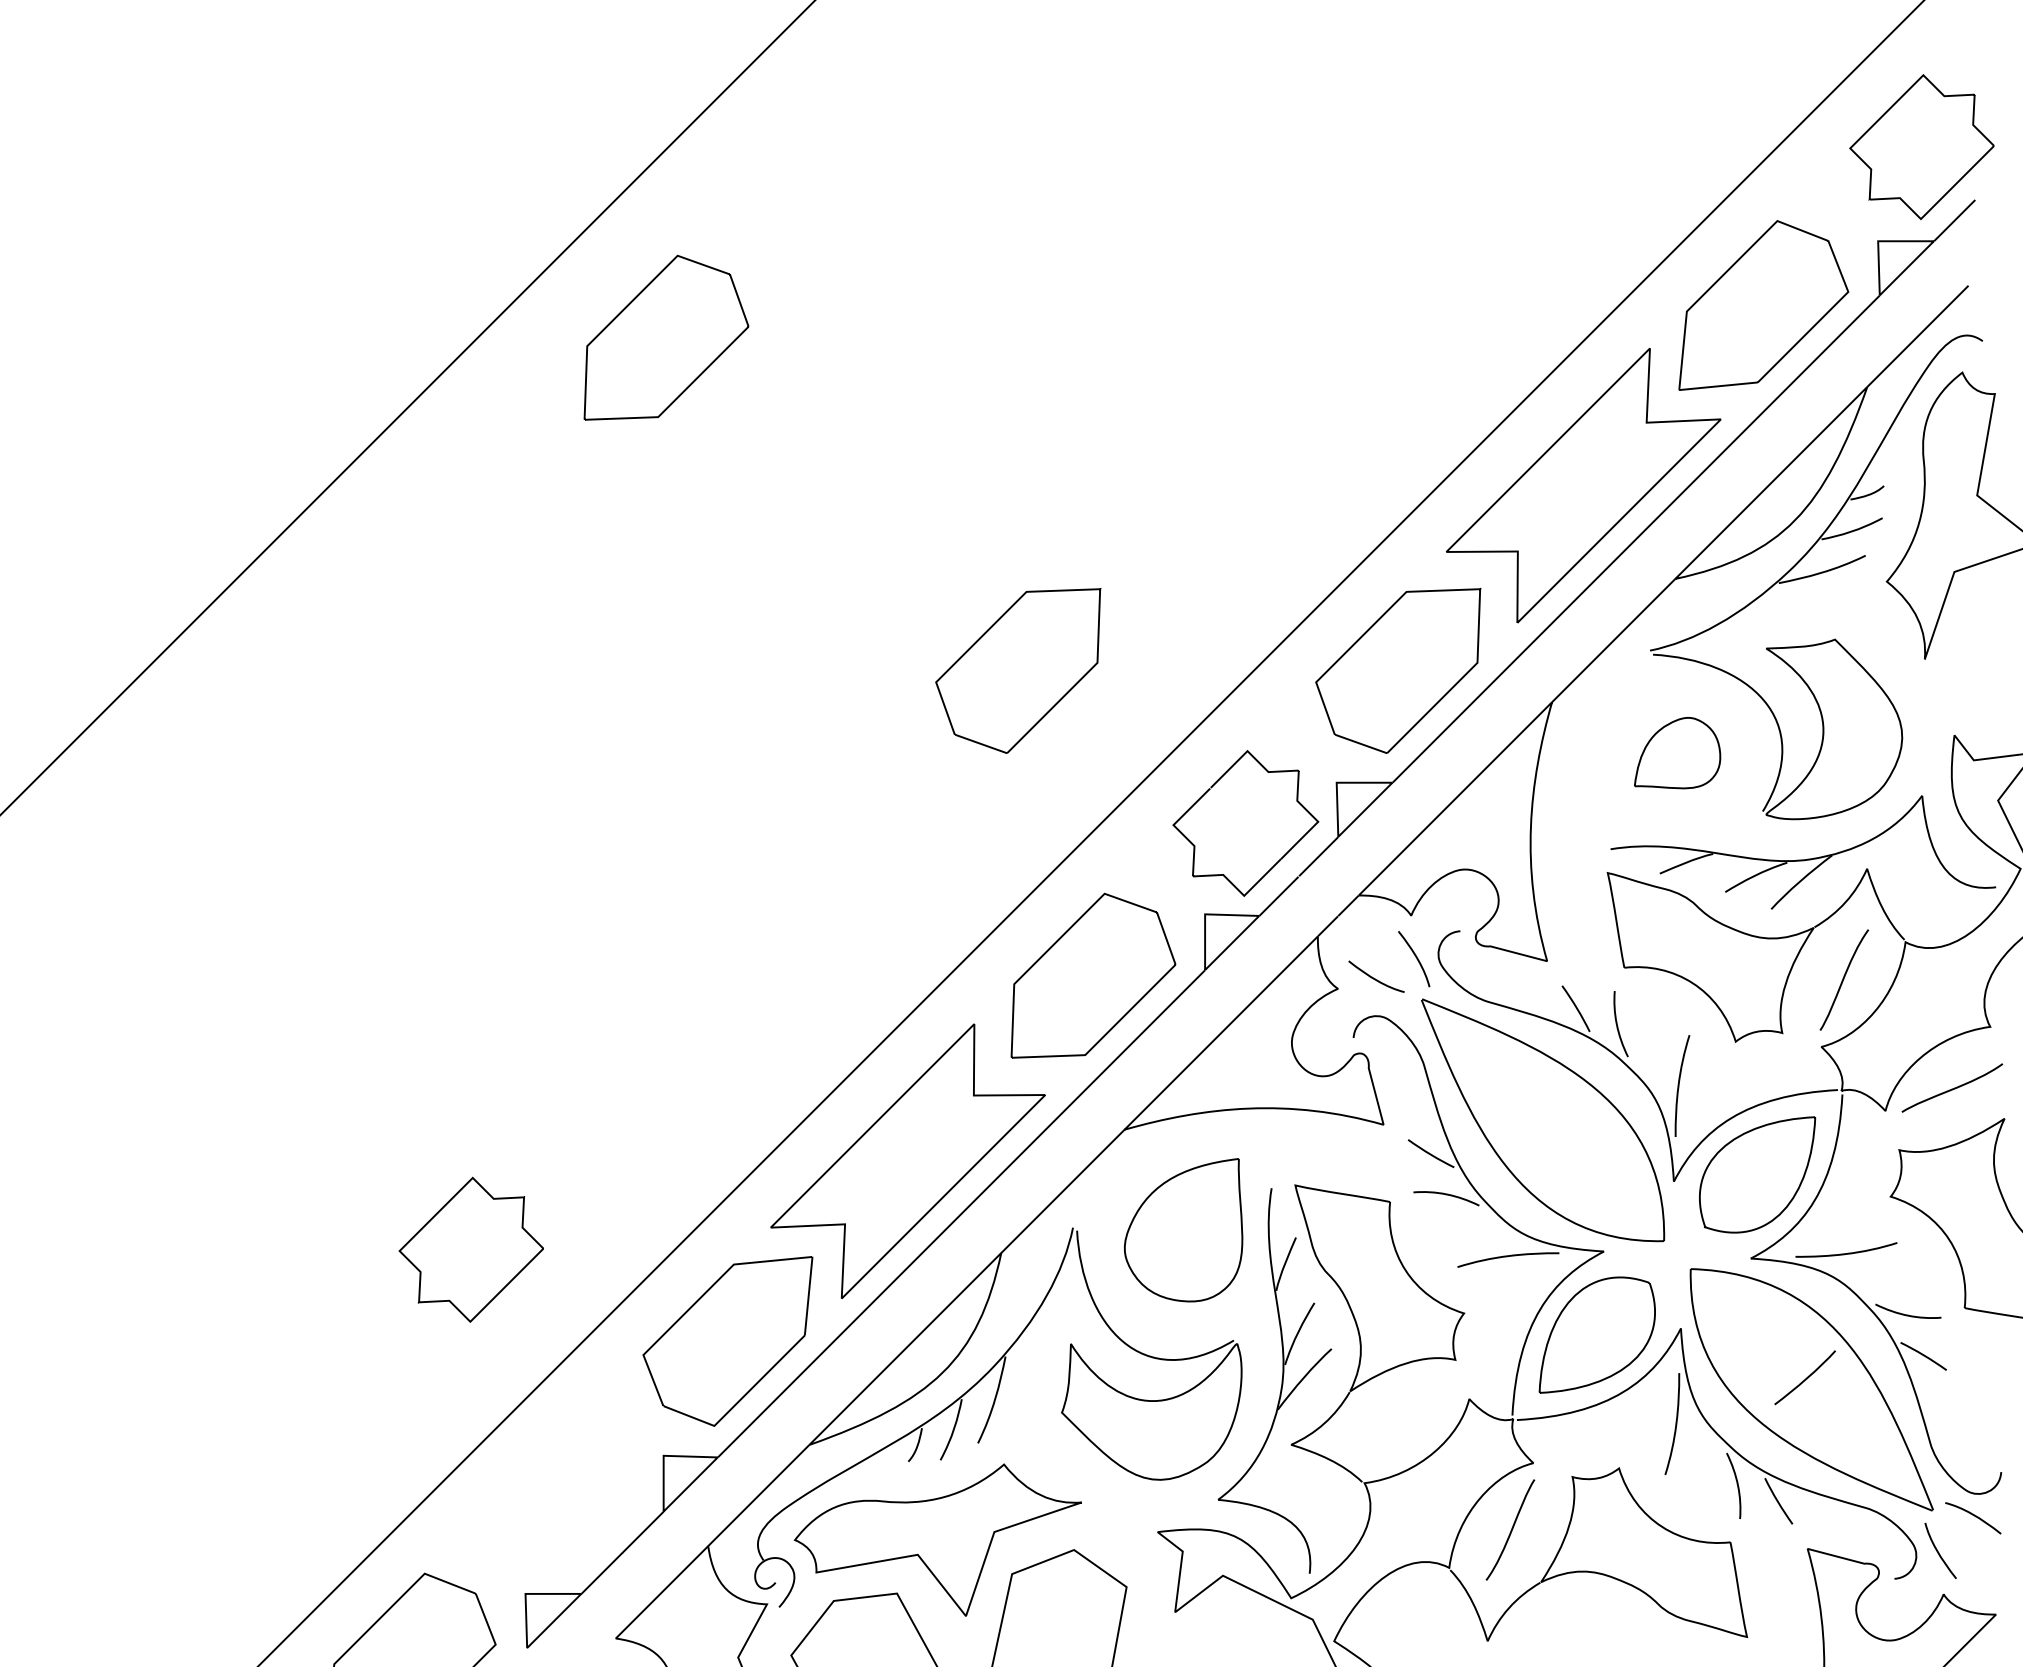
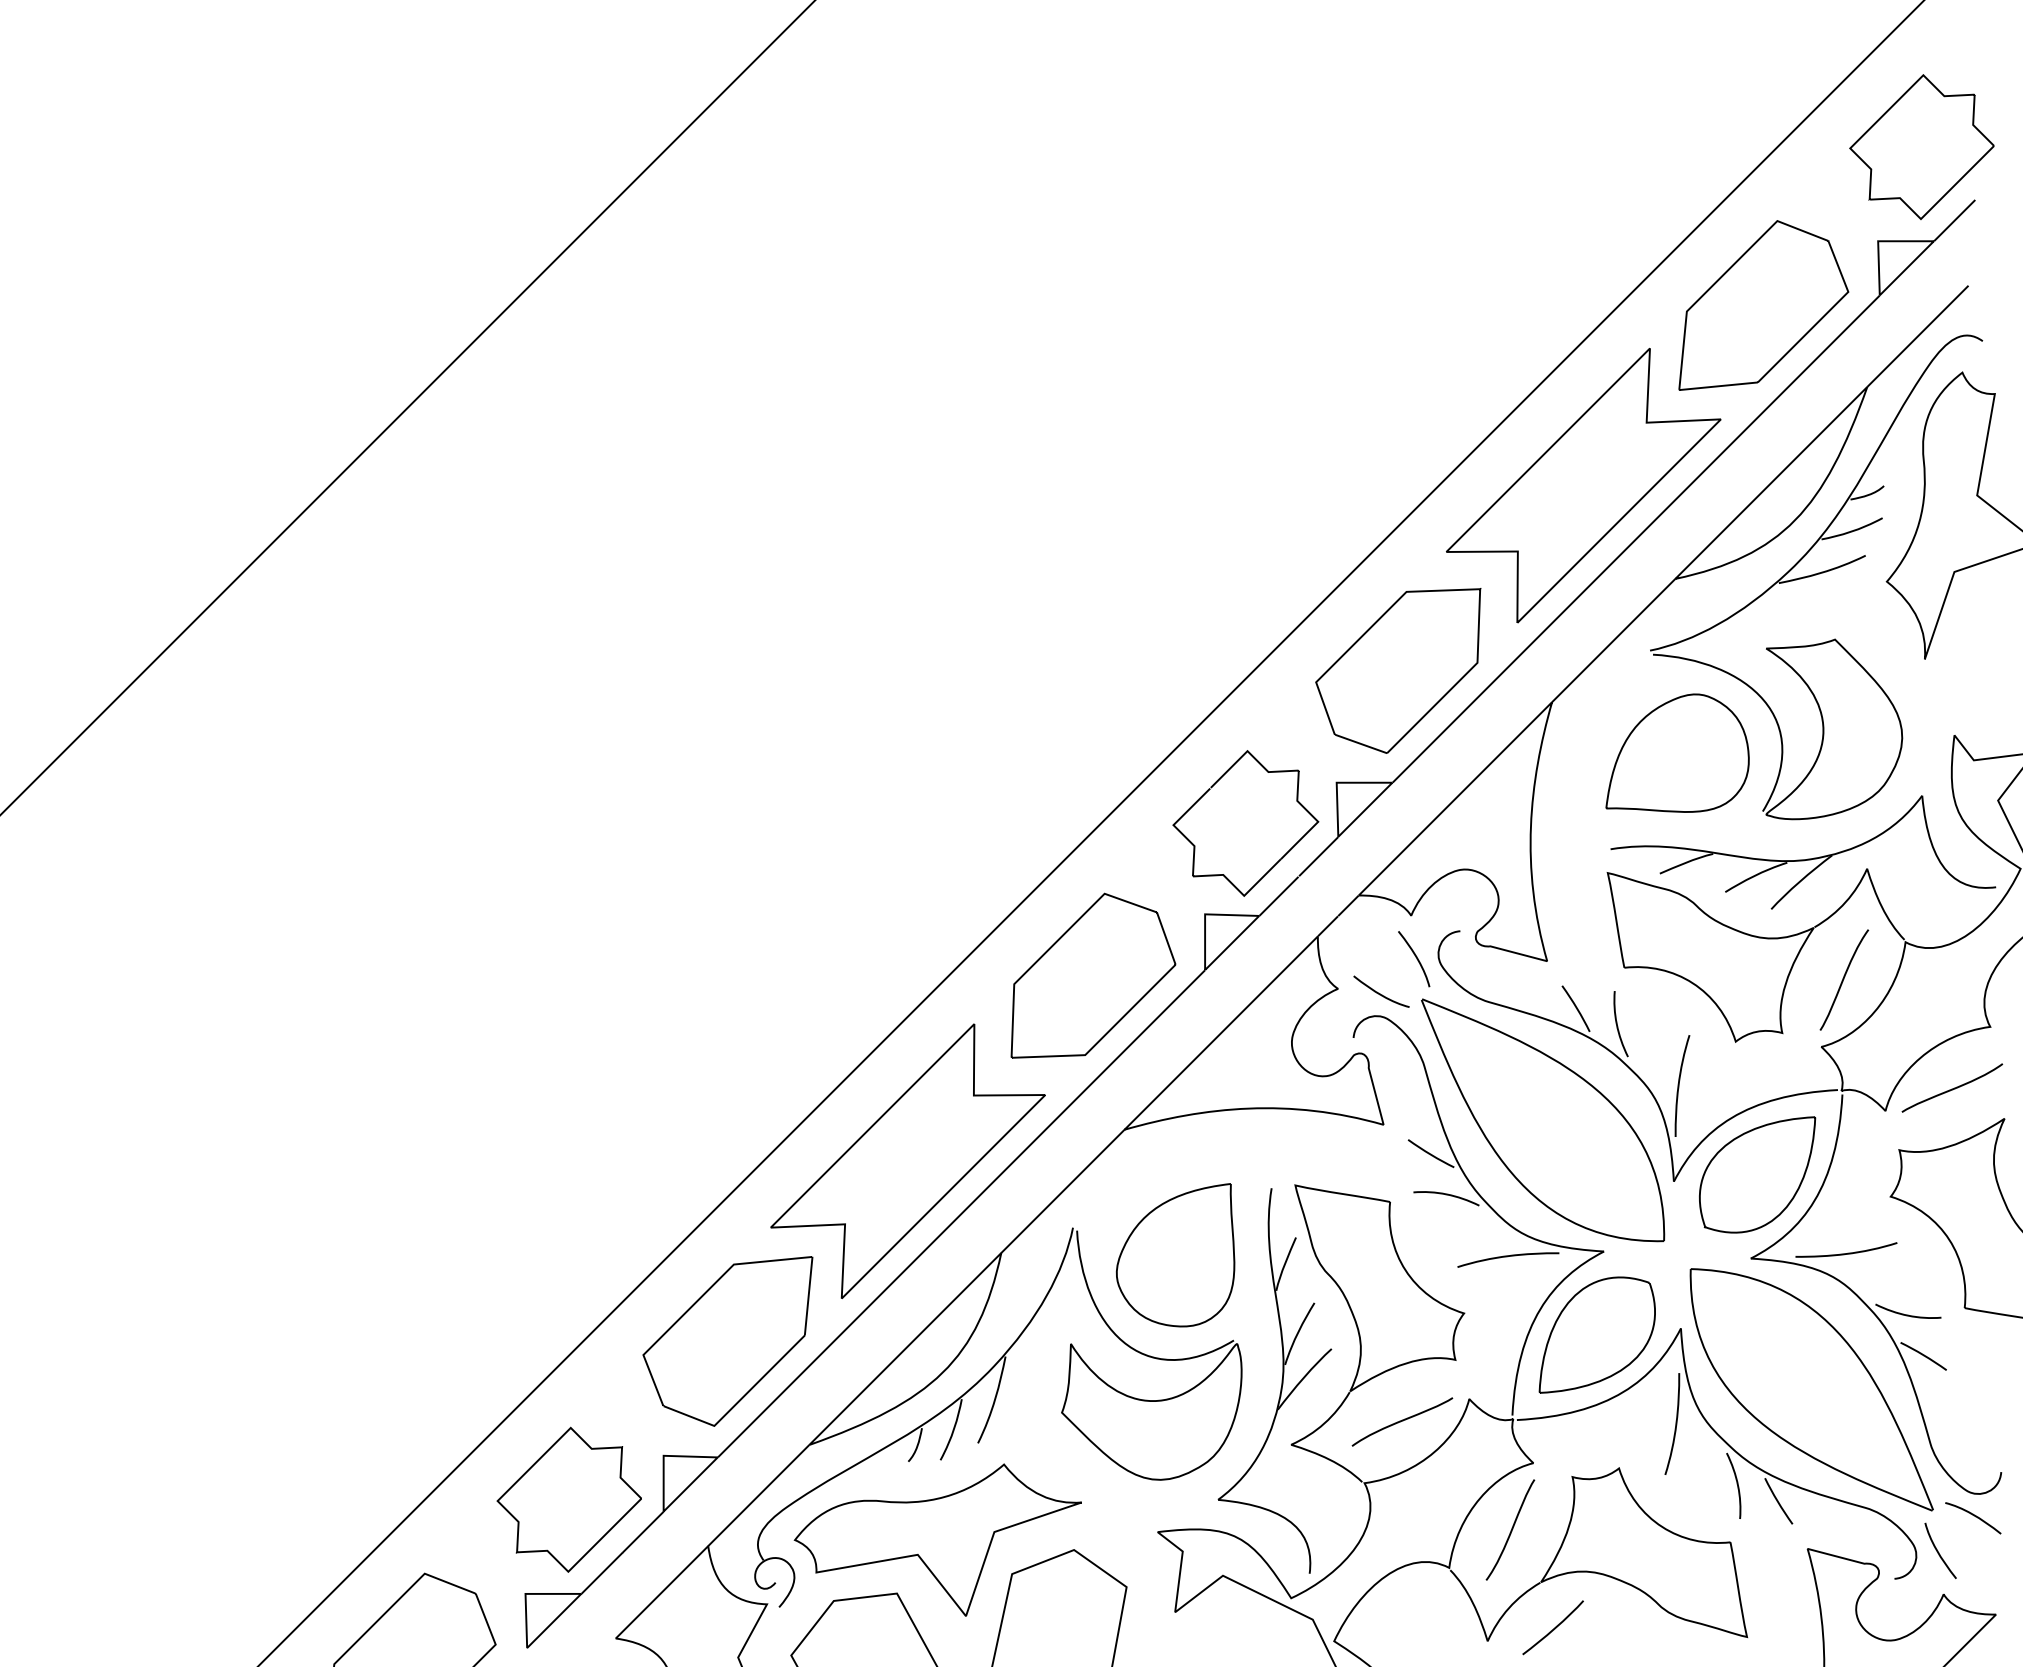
part at (666, 337): present -> none
part at (1018, 670): present -> none
part at (1677, 753) size: 88x73 px -> 145x120 px
curve at (1375, 978) position: (1375, 978) -> (1380, 993)
part at (1183, 1230) position: (1183, 1230) -> (1175, 1255)
part at (470, 1249) position: (470, 1249) -> (568, 1499)
curve at (1805, 1378) position: (1805, 1378) -> (1553, 1628)
curve at (1402, 1421): none -> present
